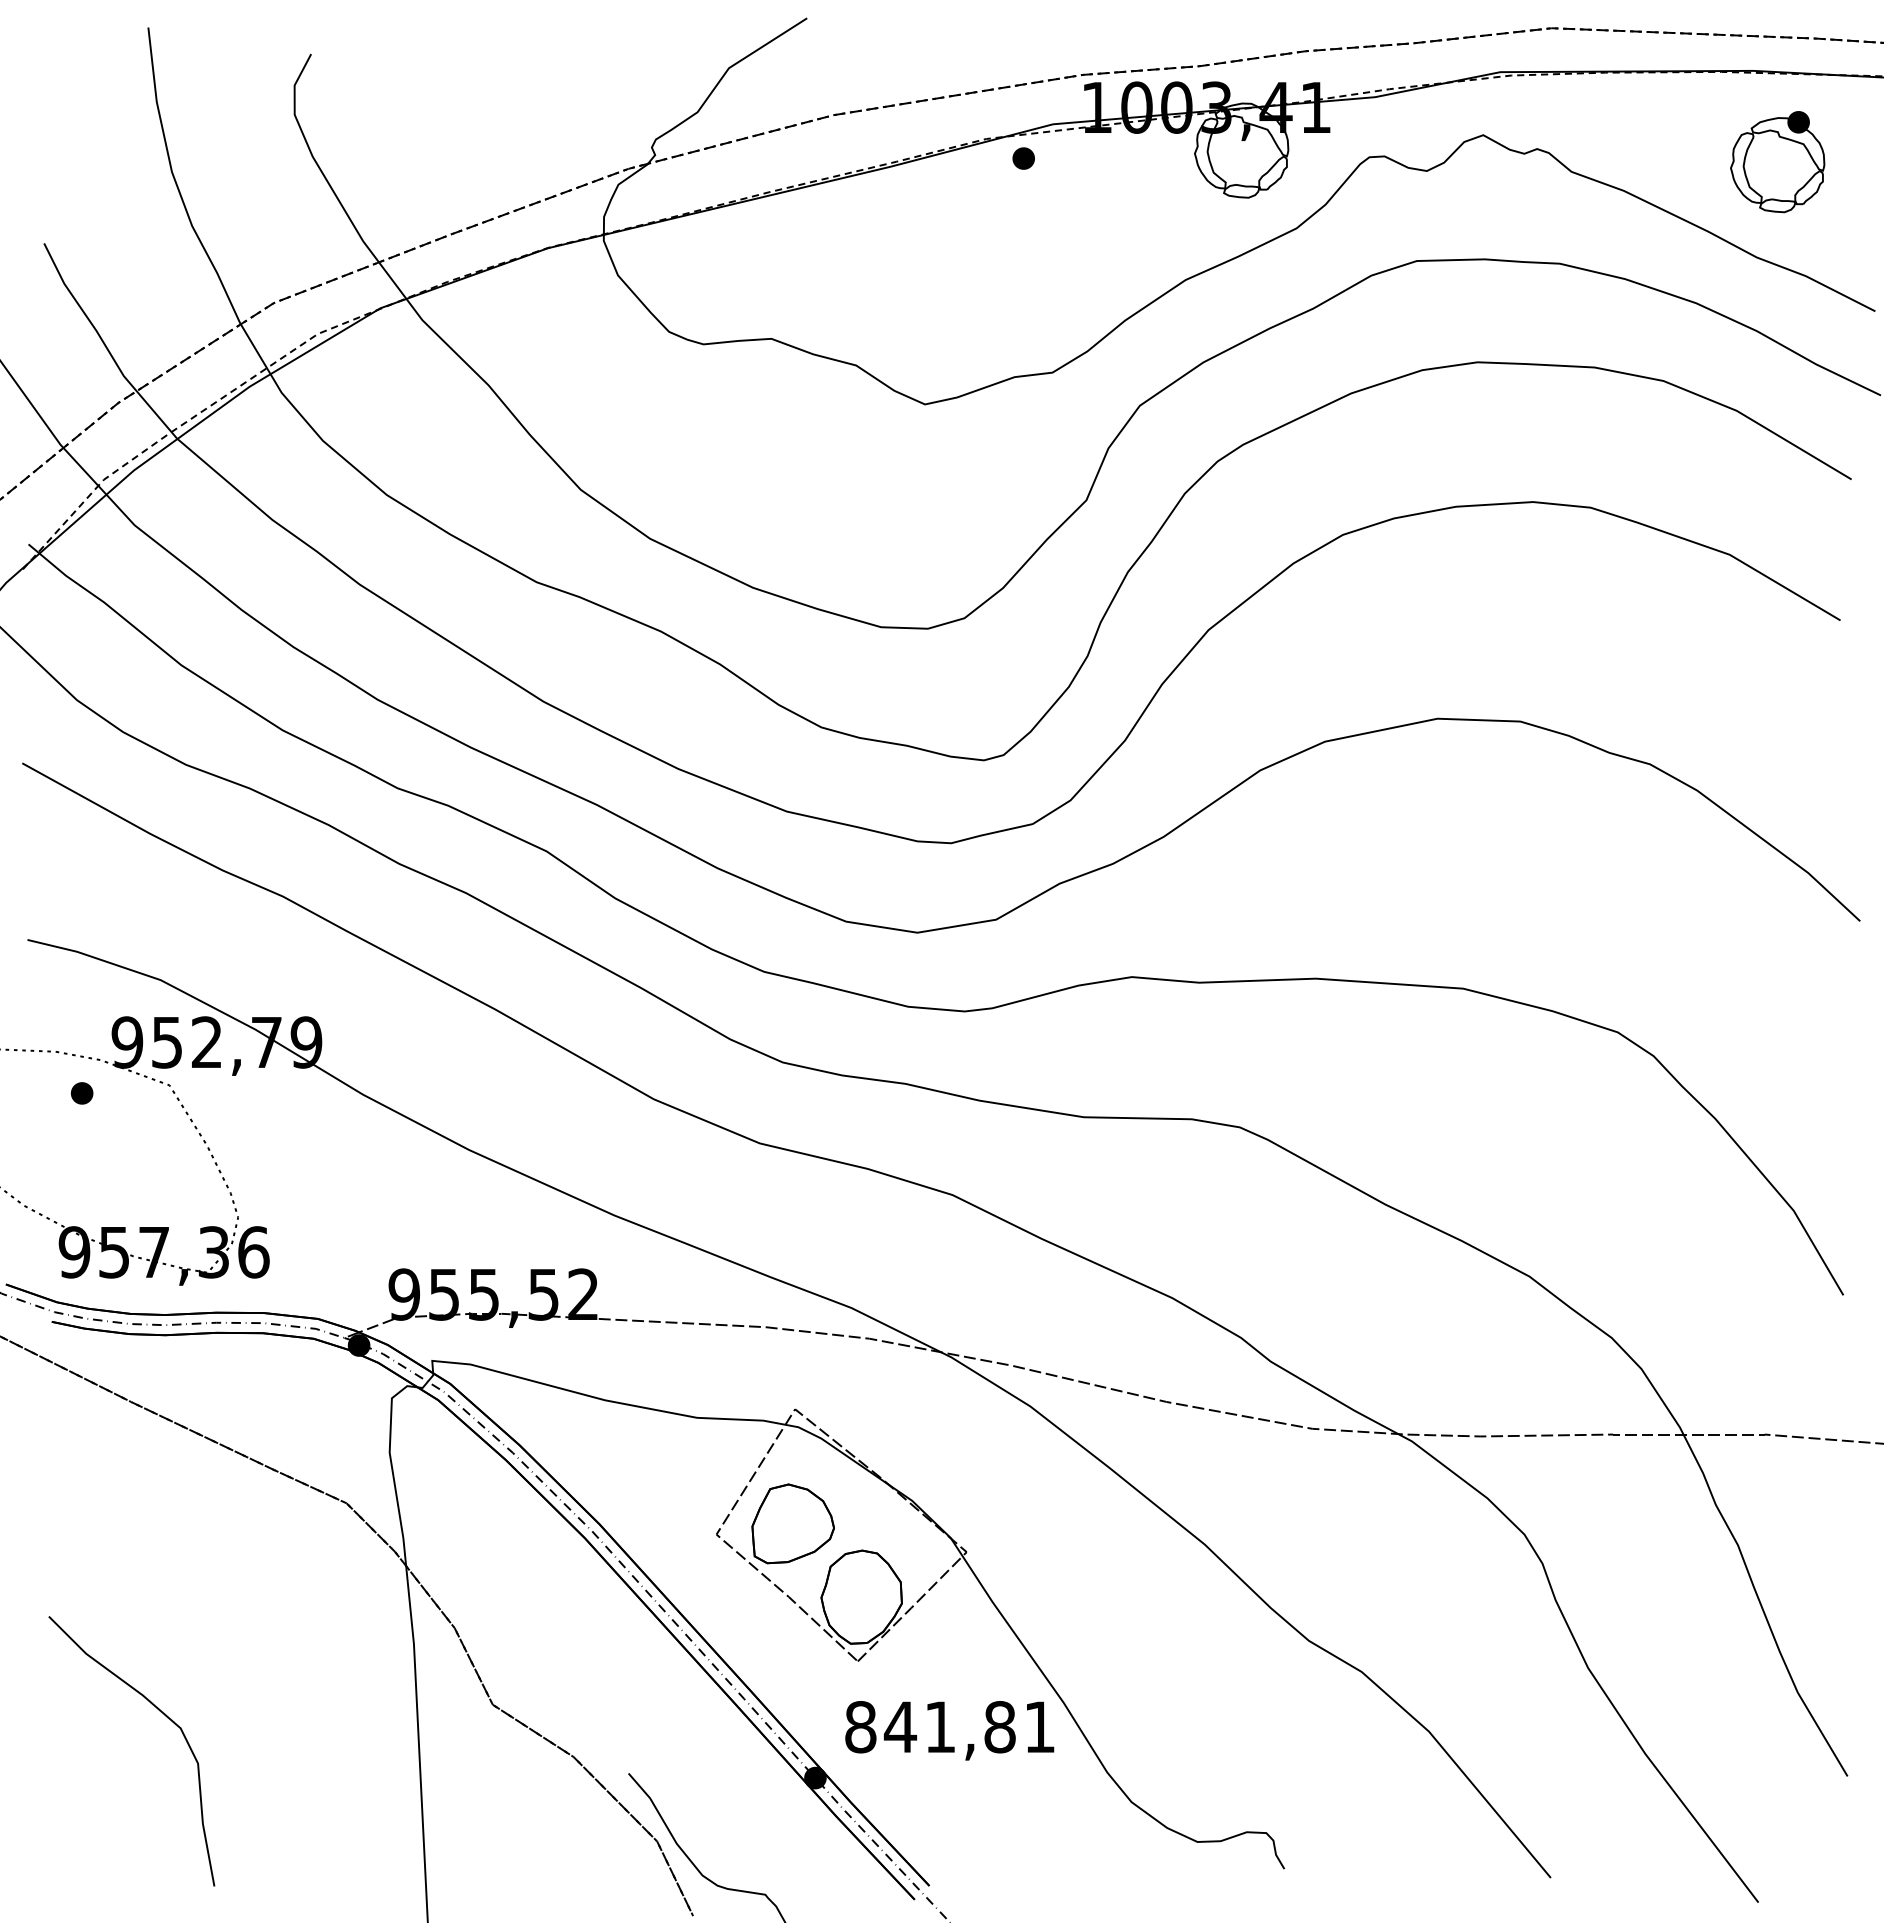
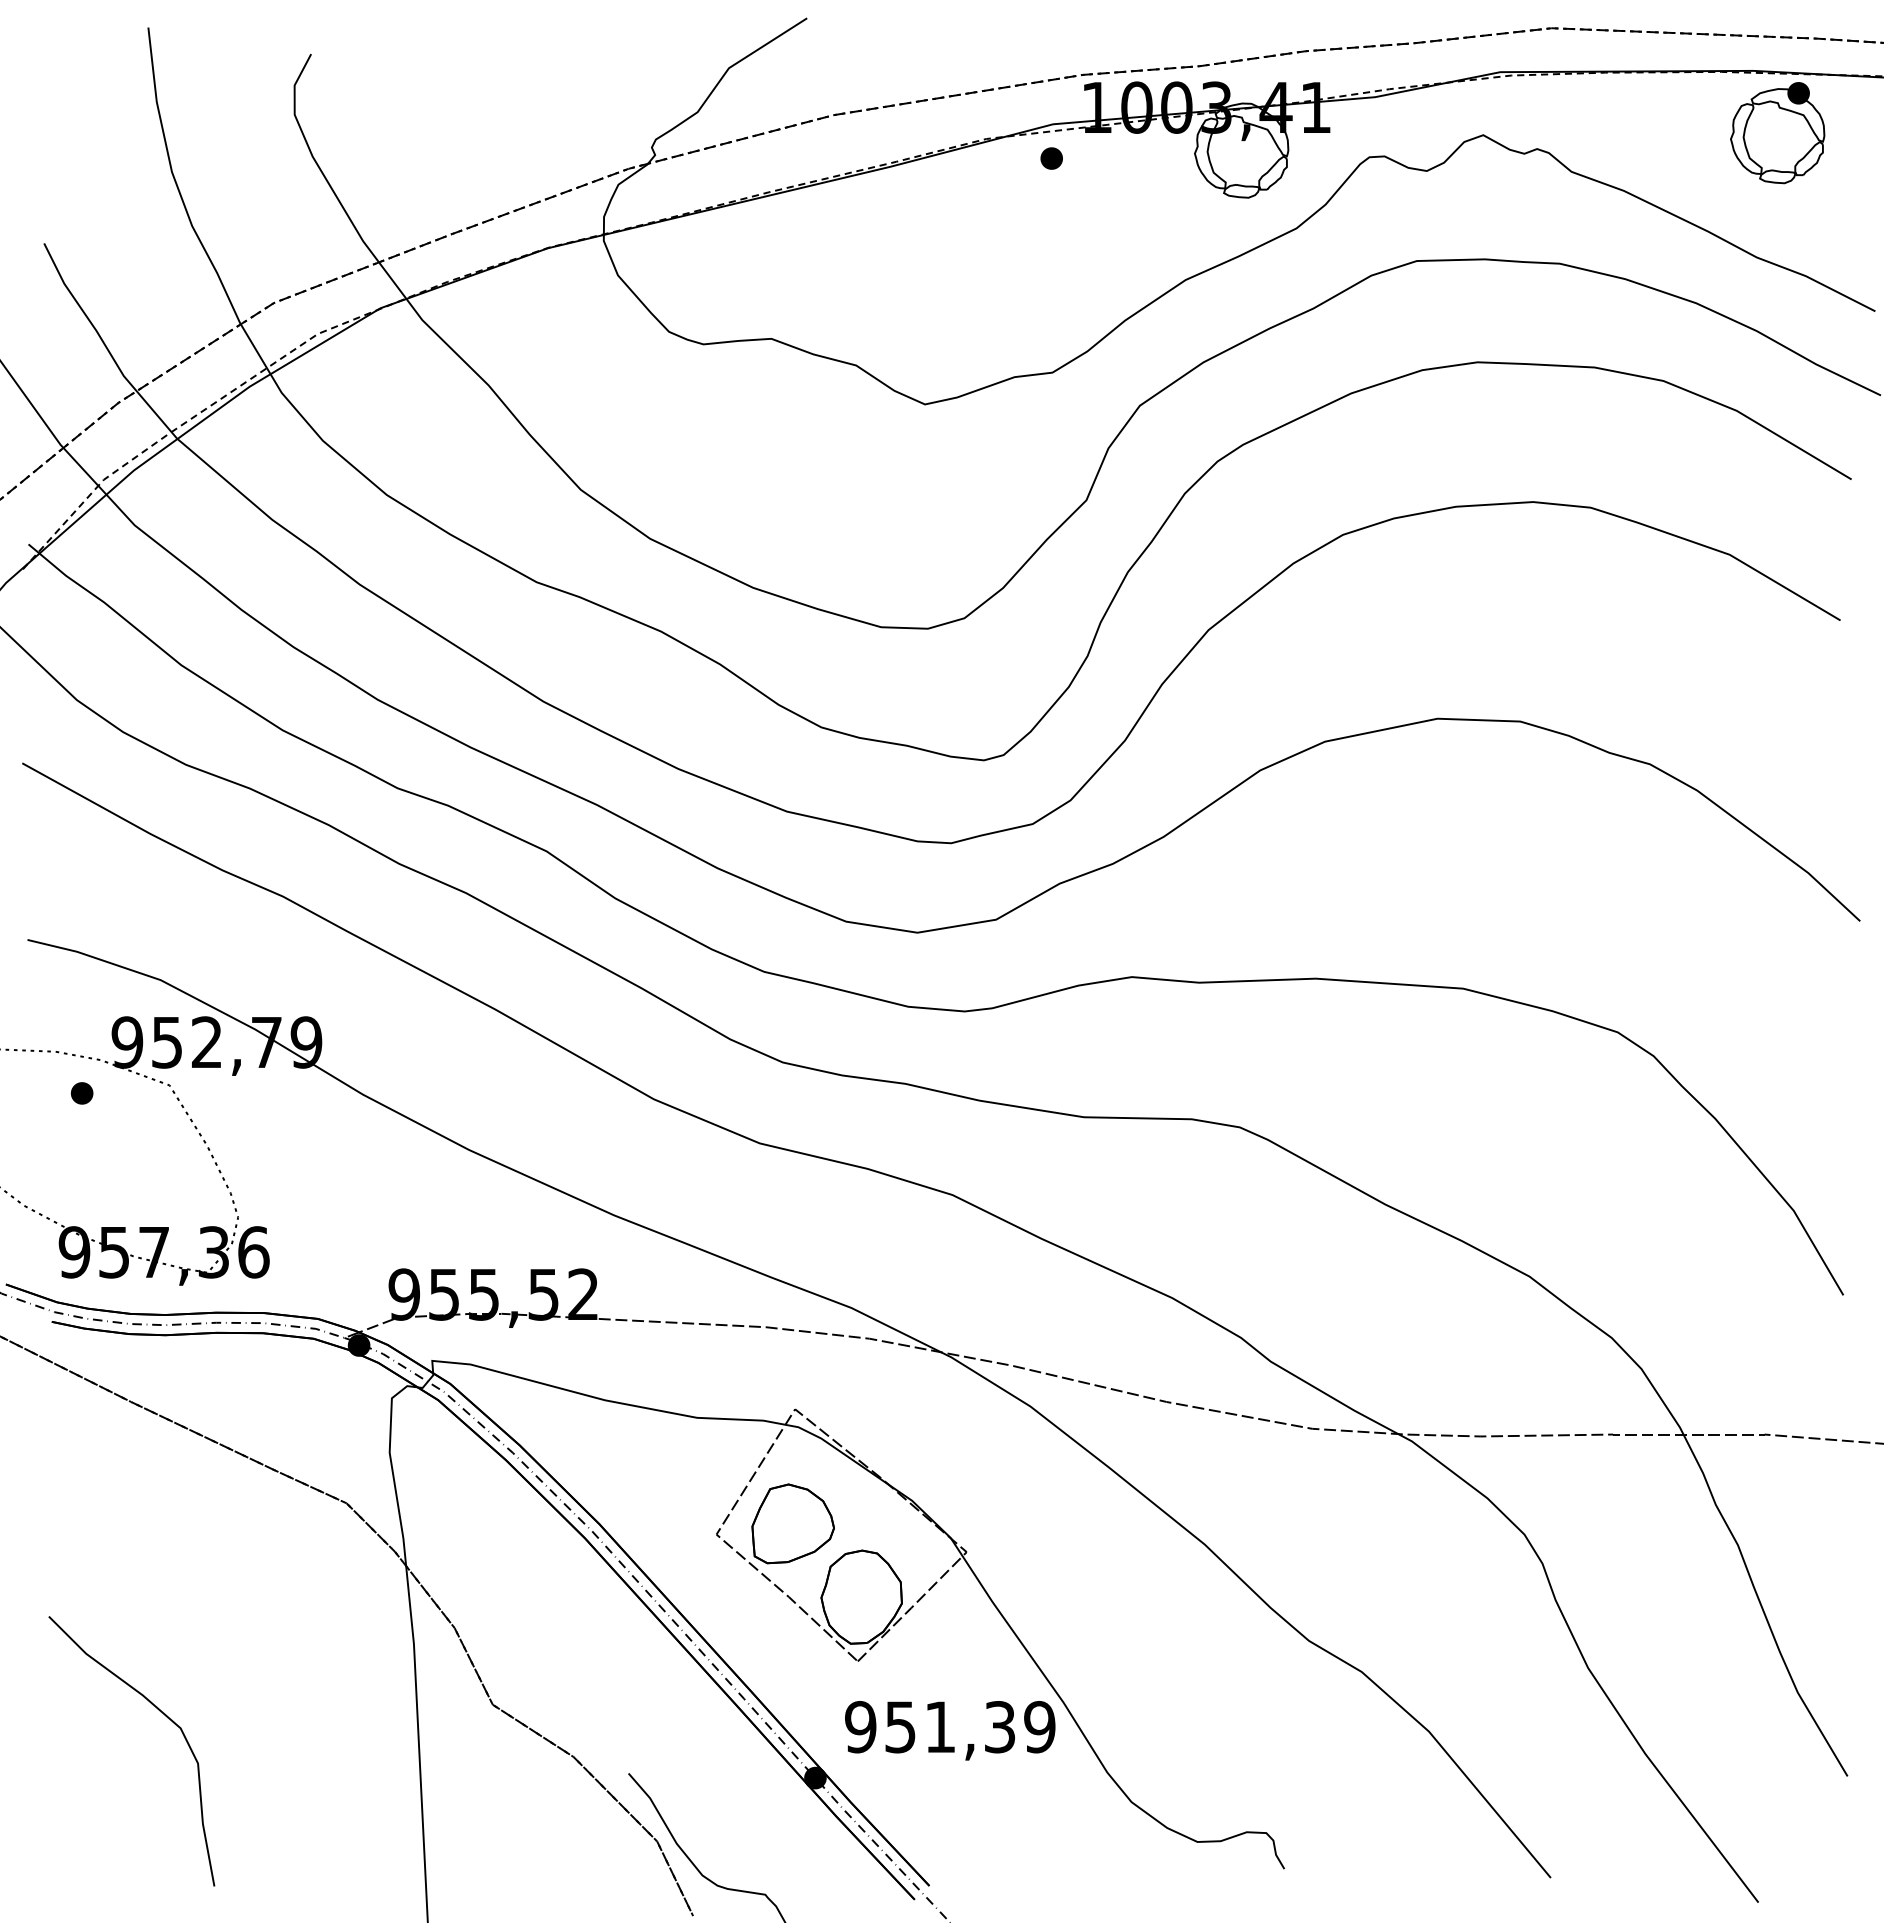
part at (1023, 158) position: (1023, 158) -> (1051, 158)
part at (1777, 162) position: (1777, 162) -> (1777, 133)
text at (950, 1727): 841,81 -> 951,39
